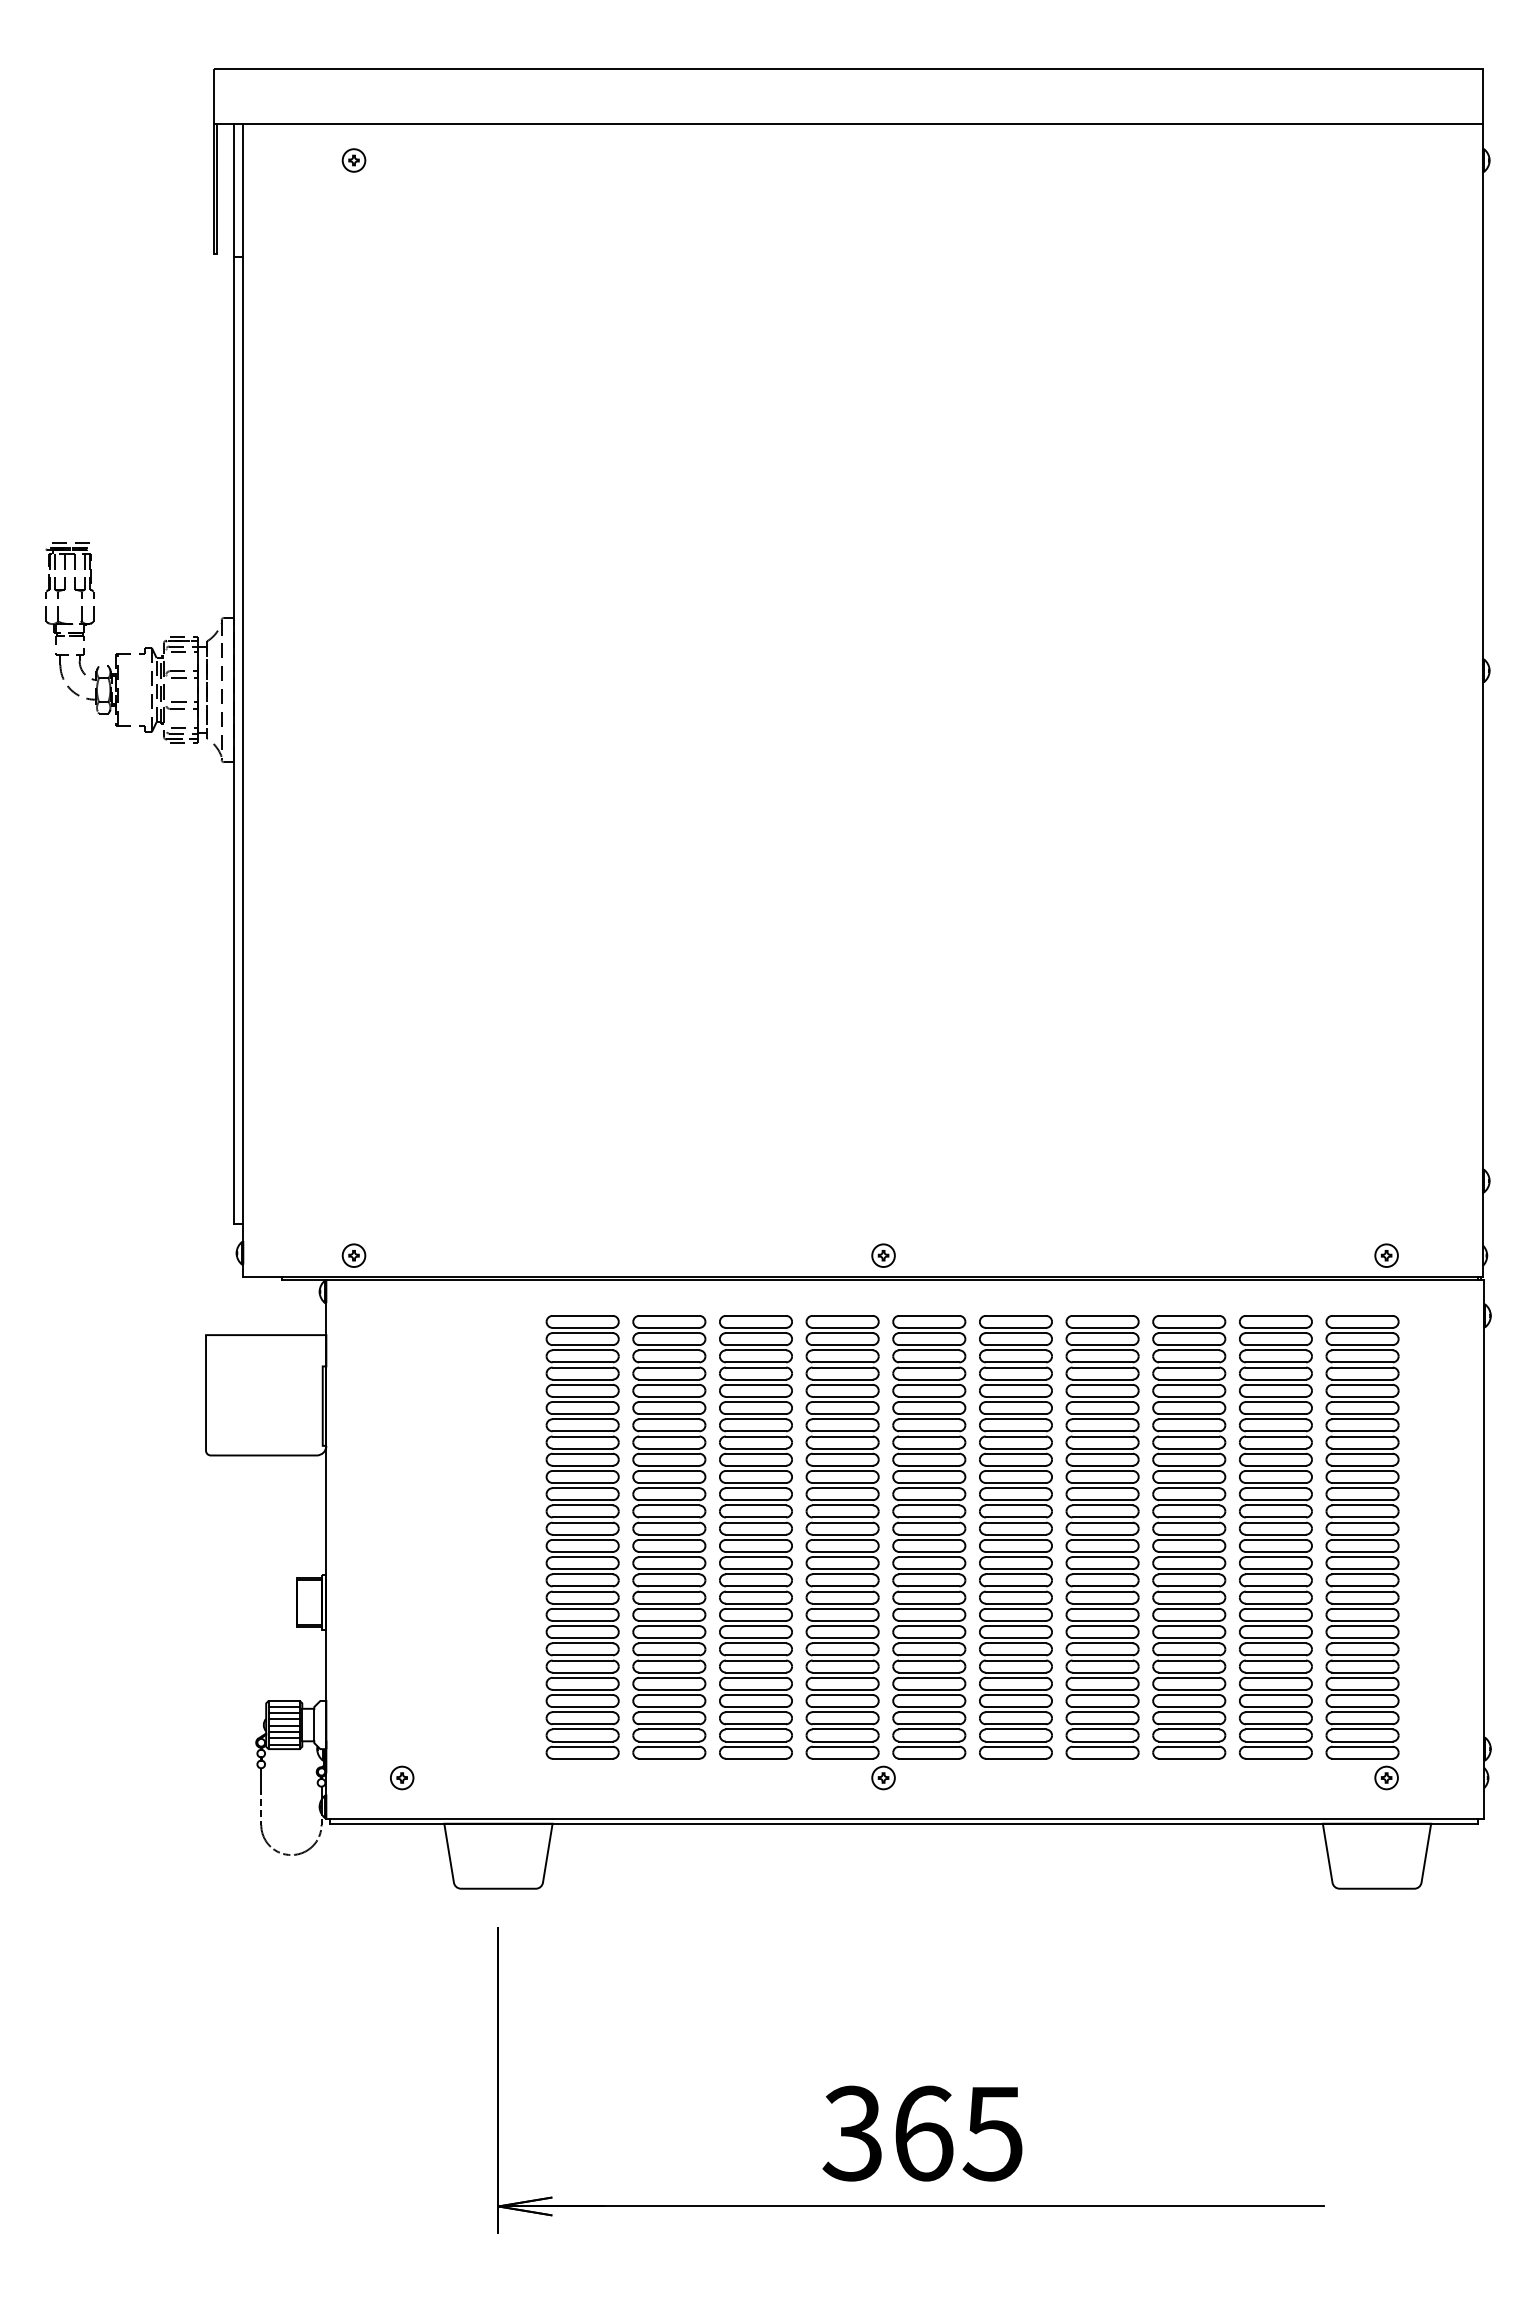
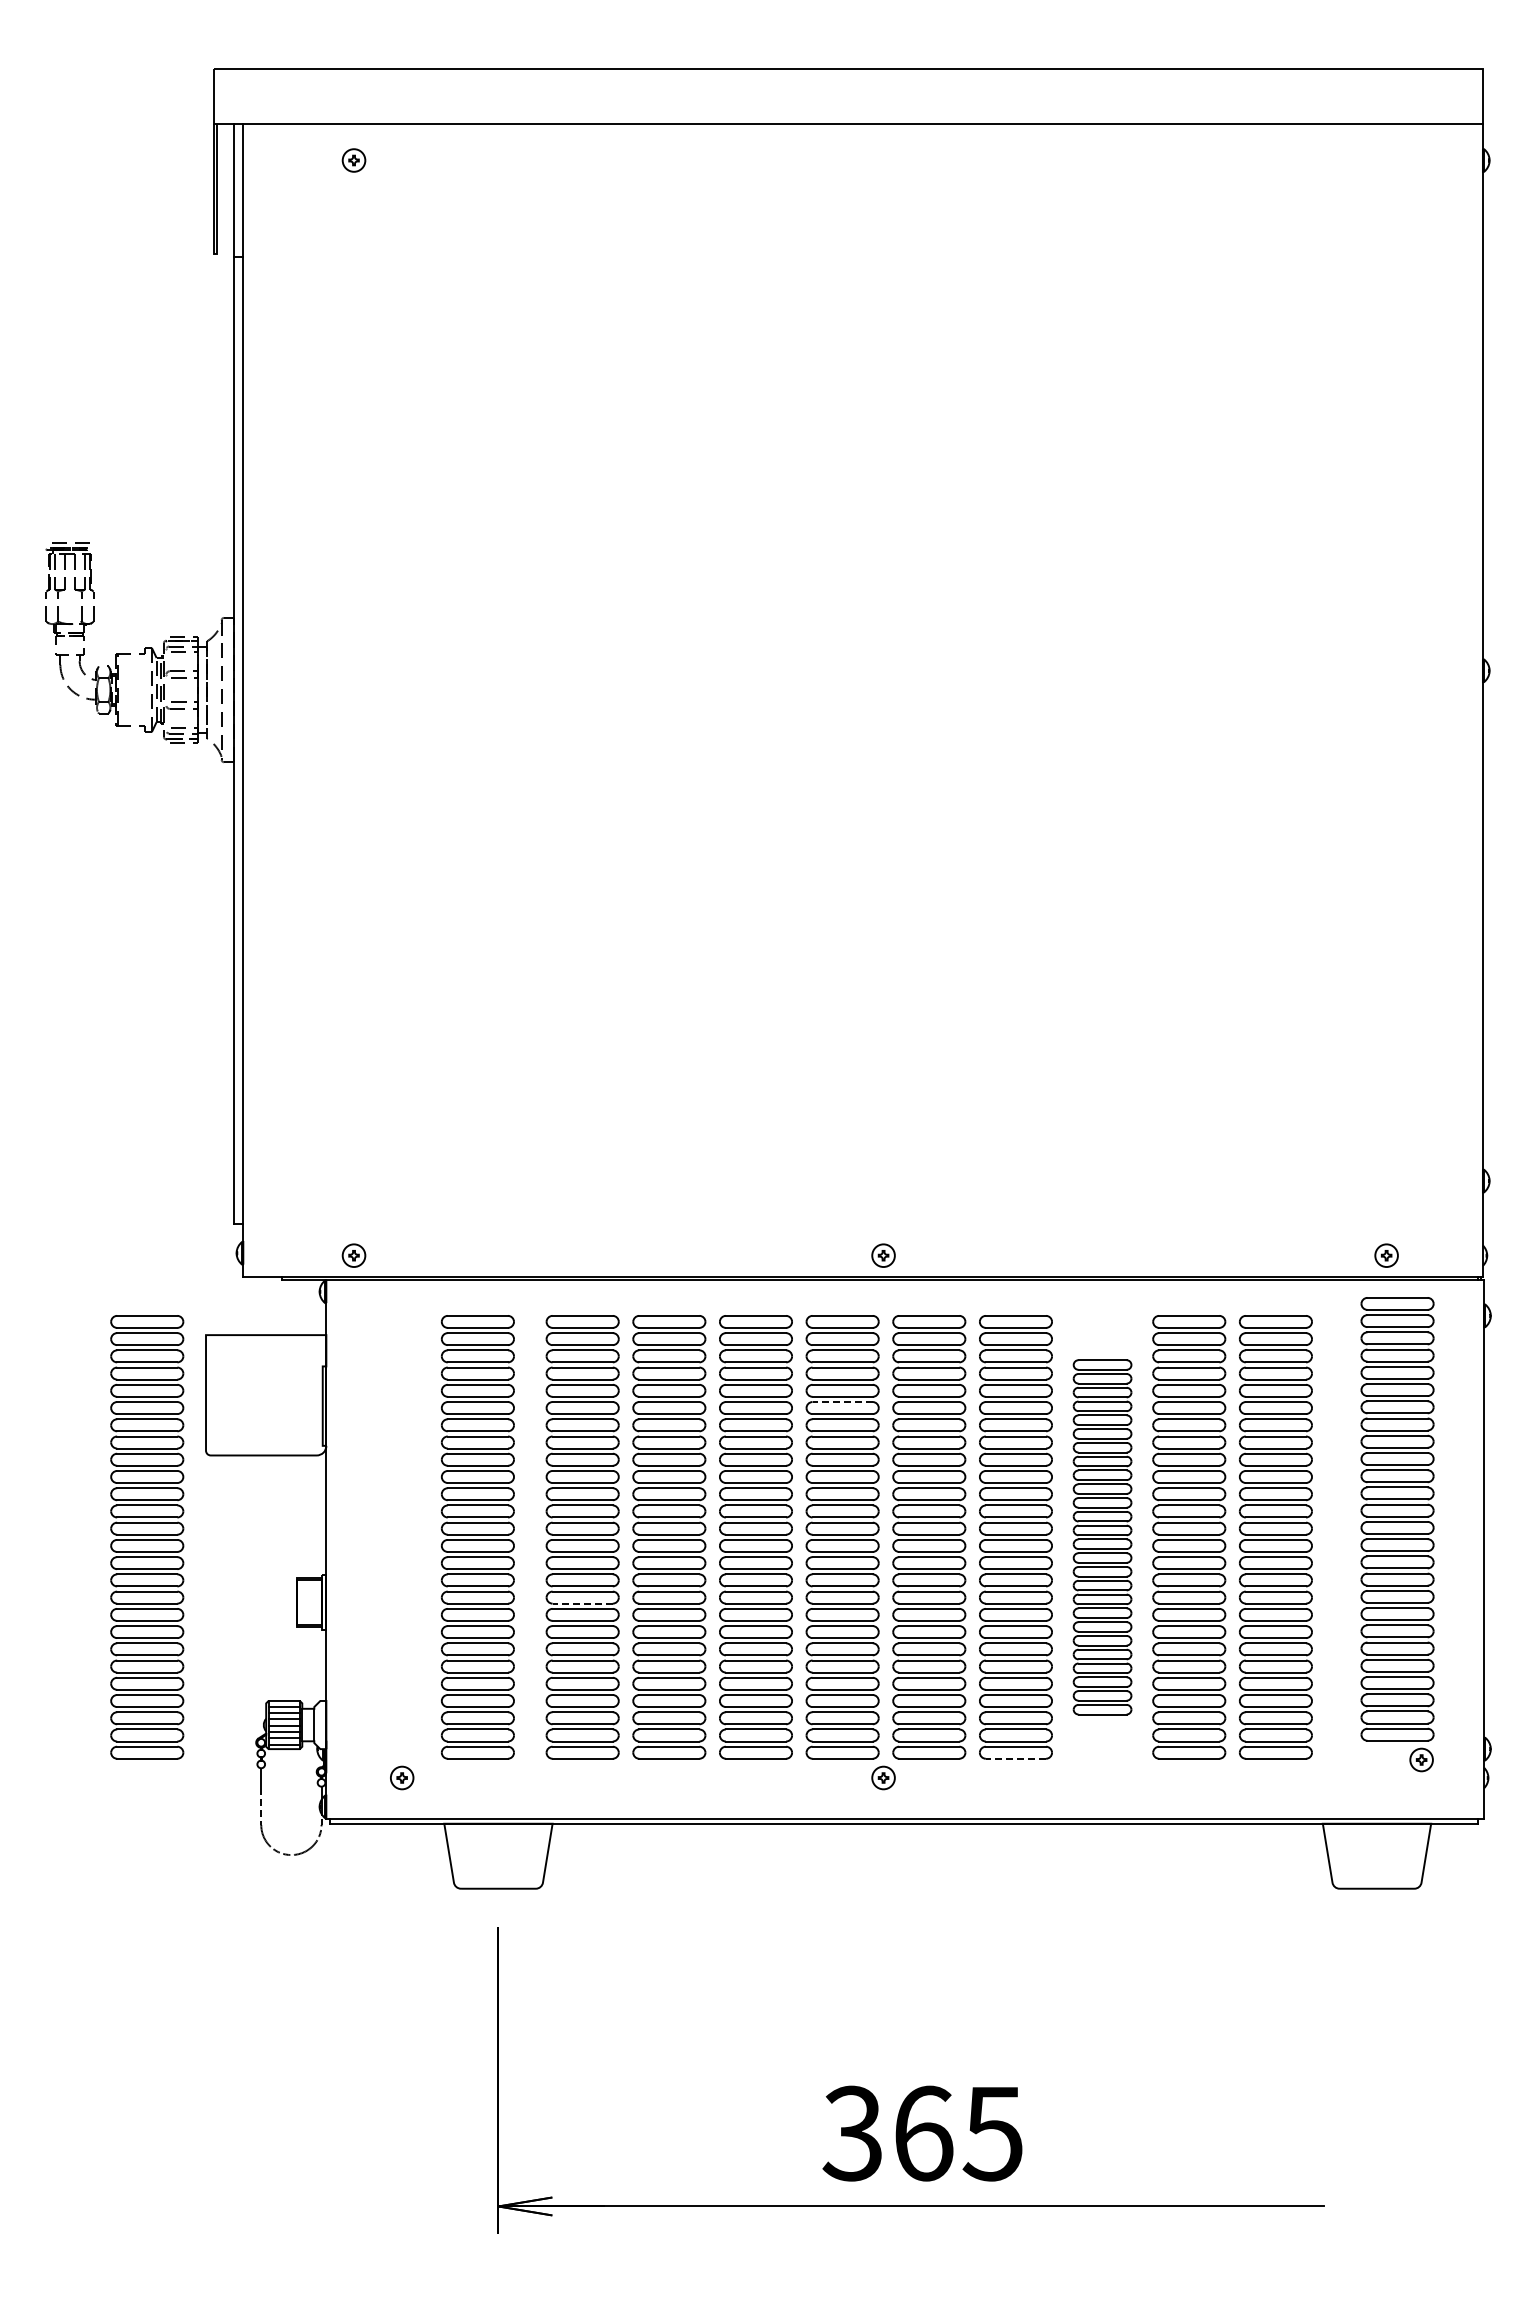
line at (842, 1402): solid -> dashed
part at (147, 1537): none -> present
part at (477, 1537): none -> present
part at (1102, 1537) size: 75x445 px -> 61x357 px
part at (1362, 1552) position: (1362, 1552) -> (1397, 1534)
line at (582, 1603): solid -> dashed
line at (1015, 1758): solid -> dashed
